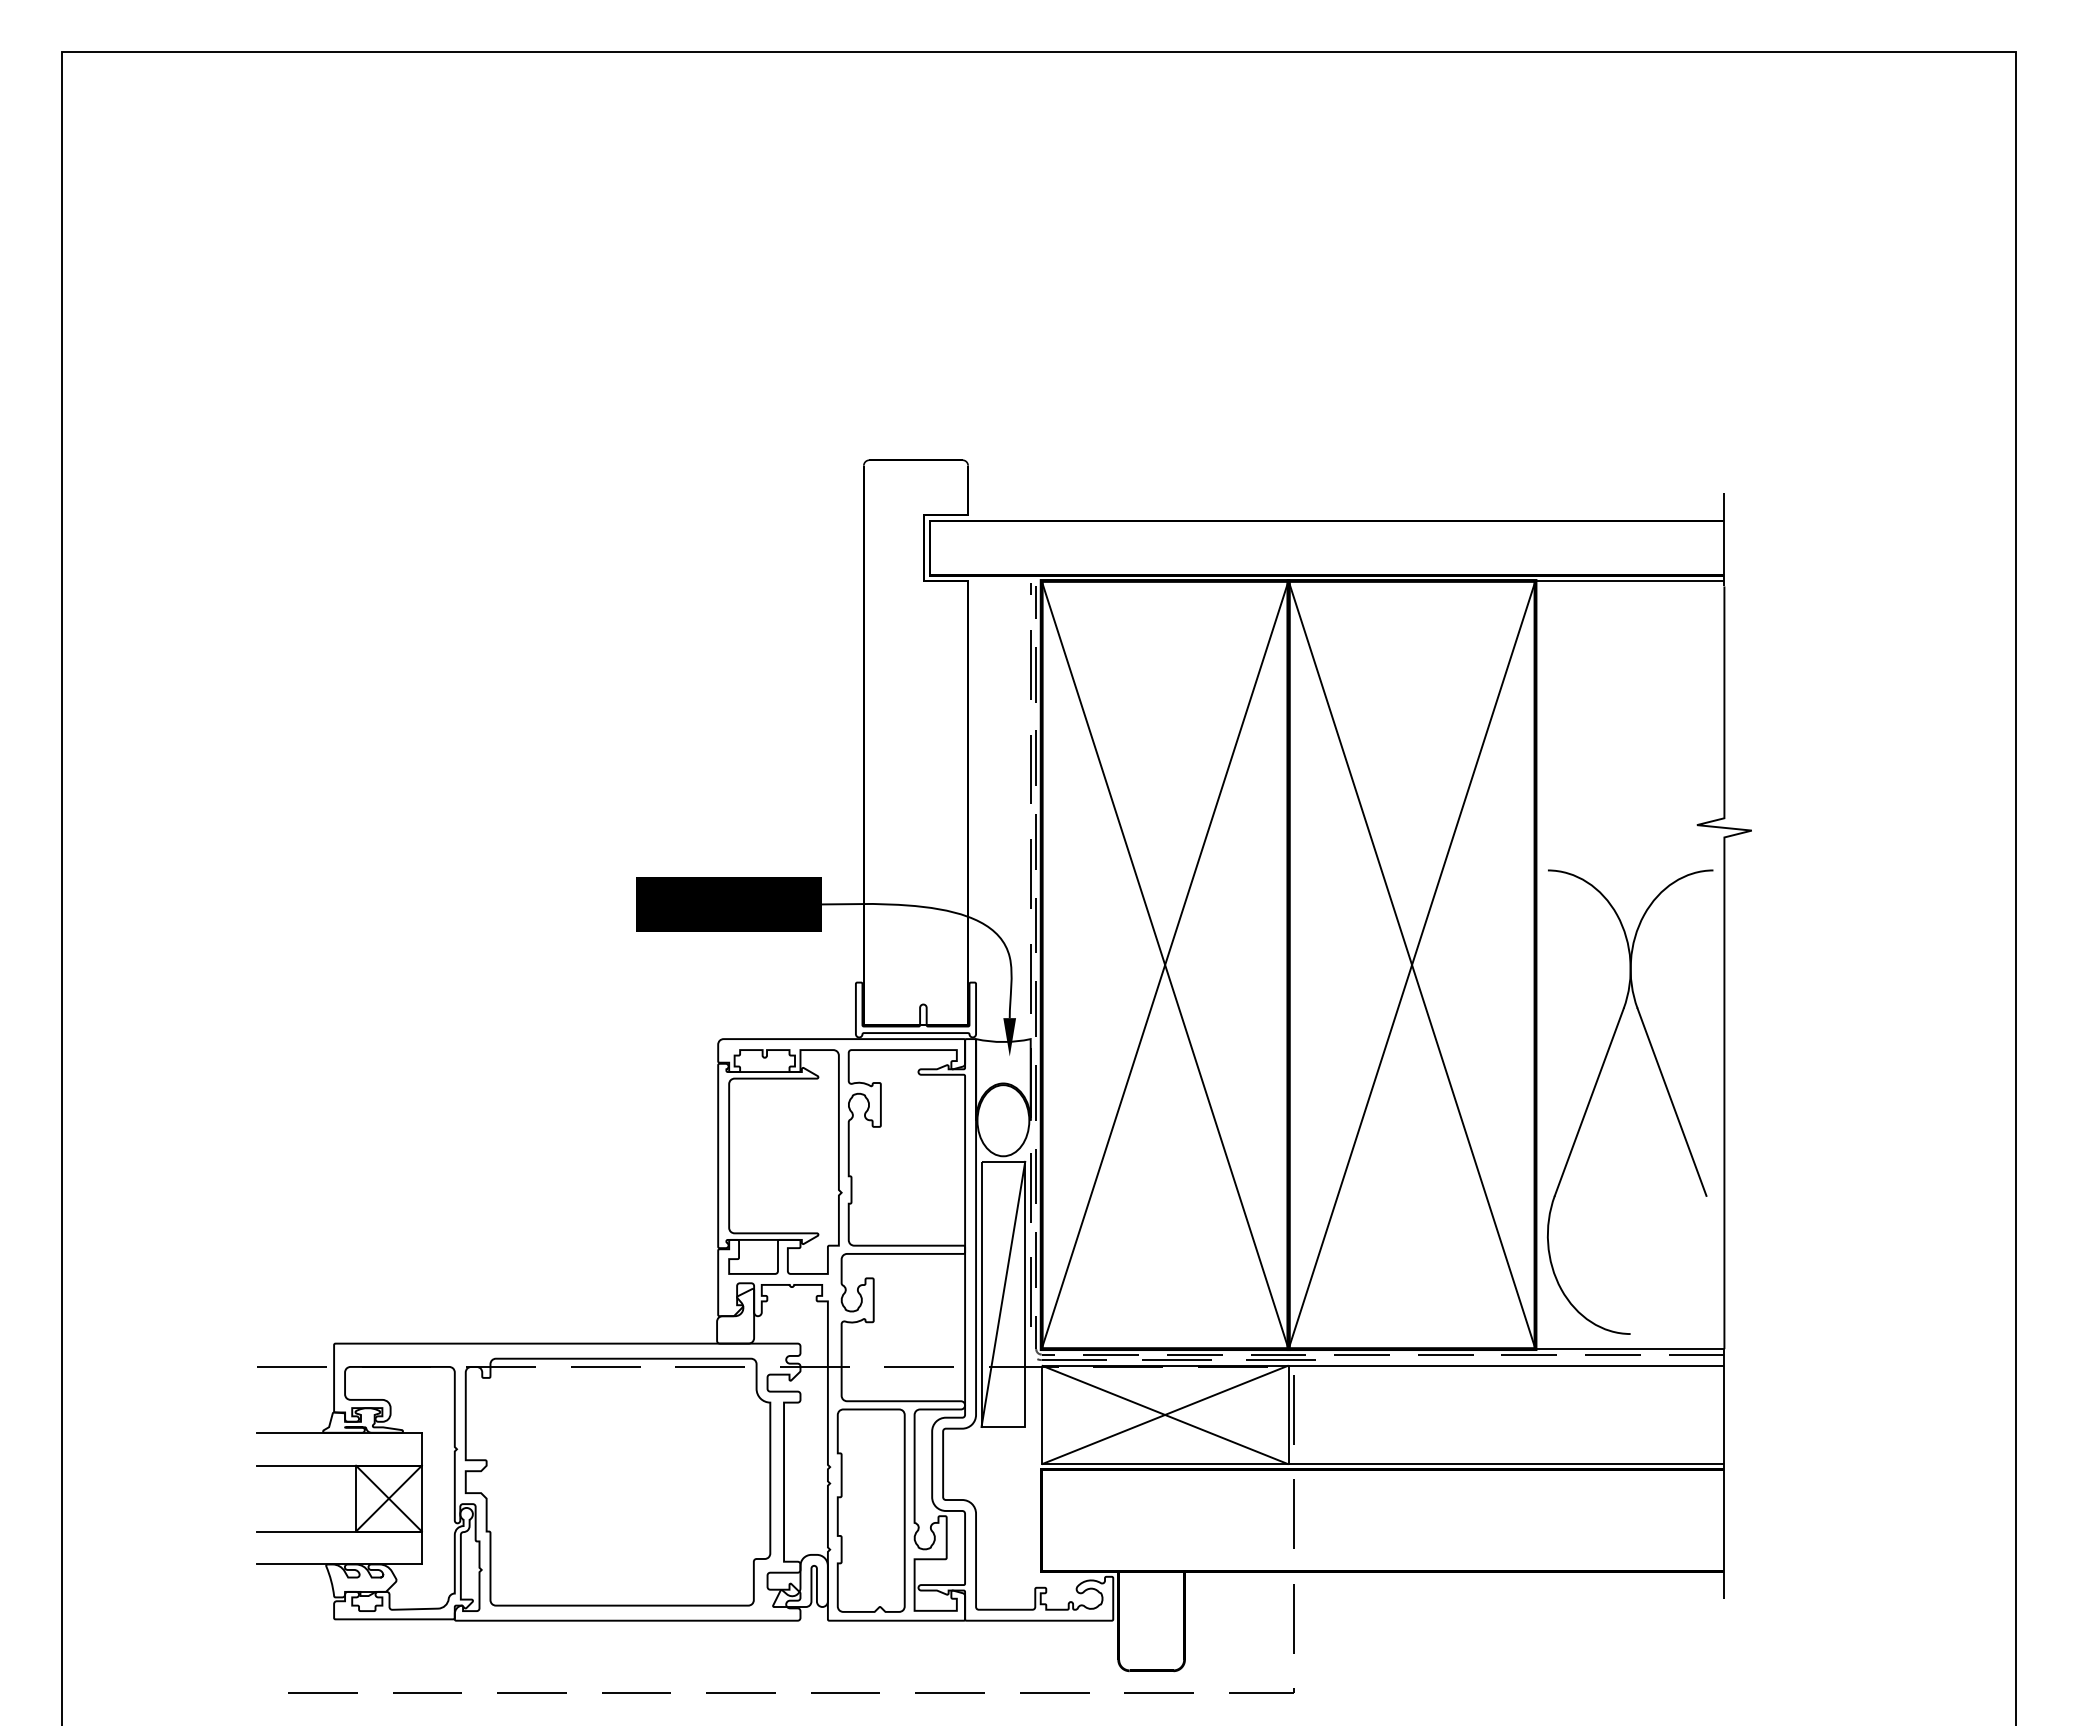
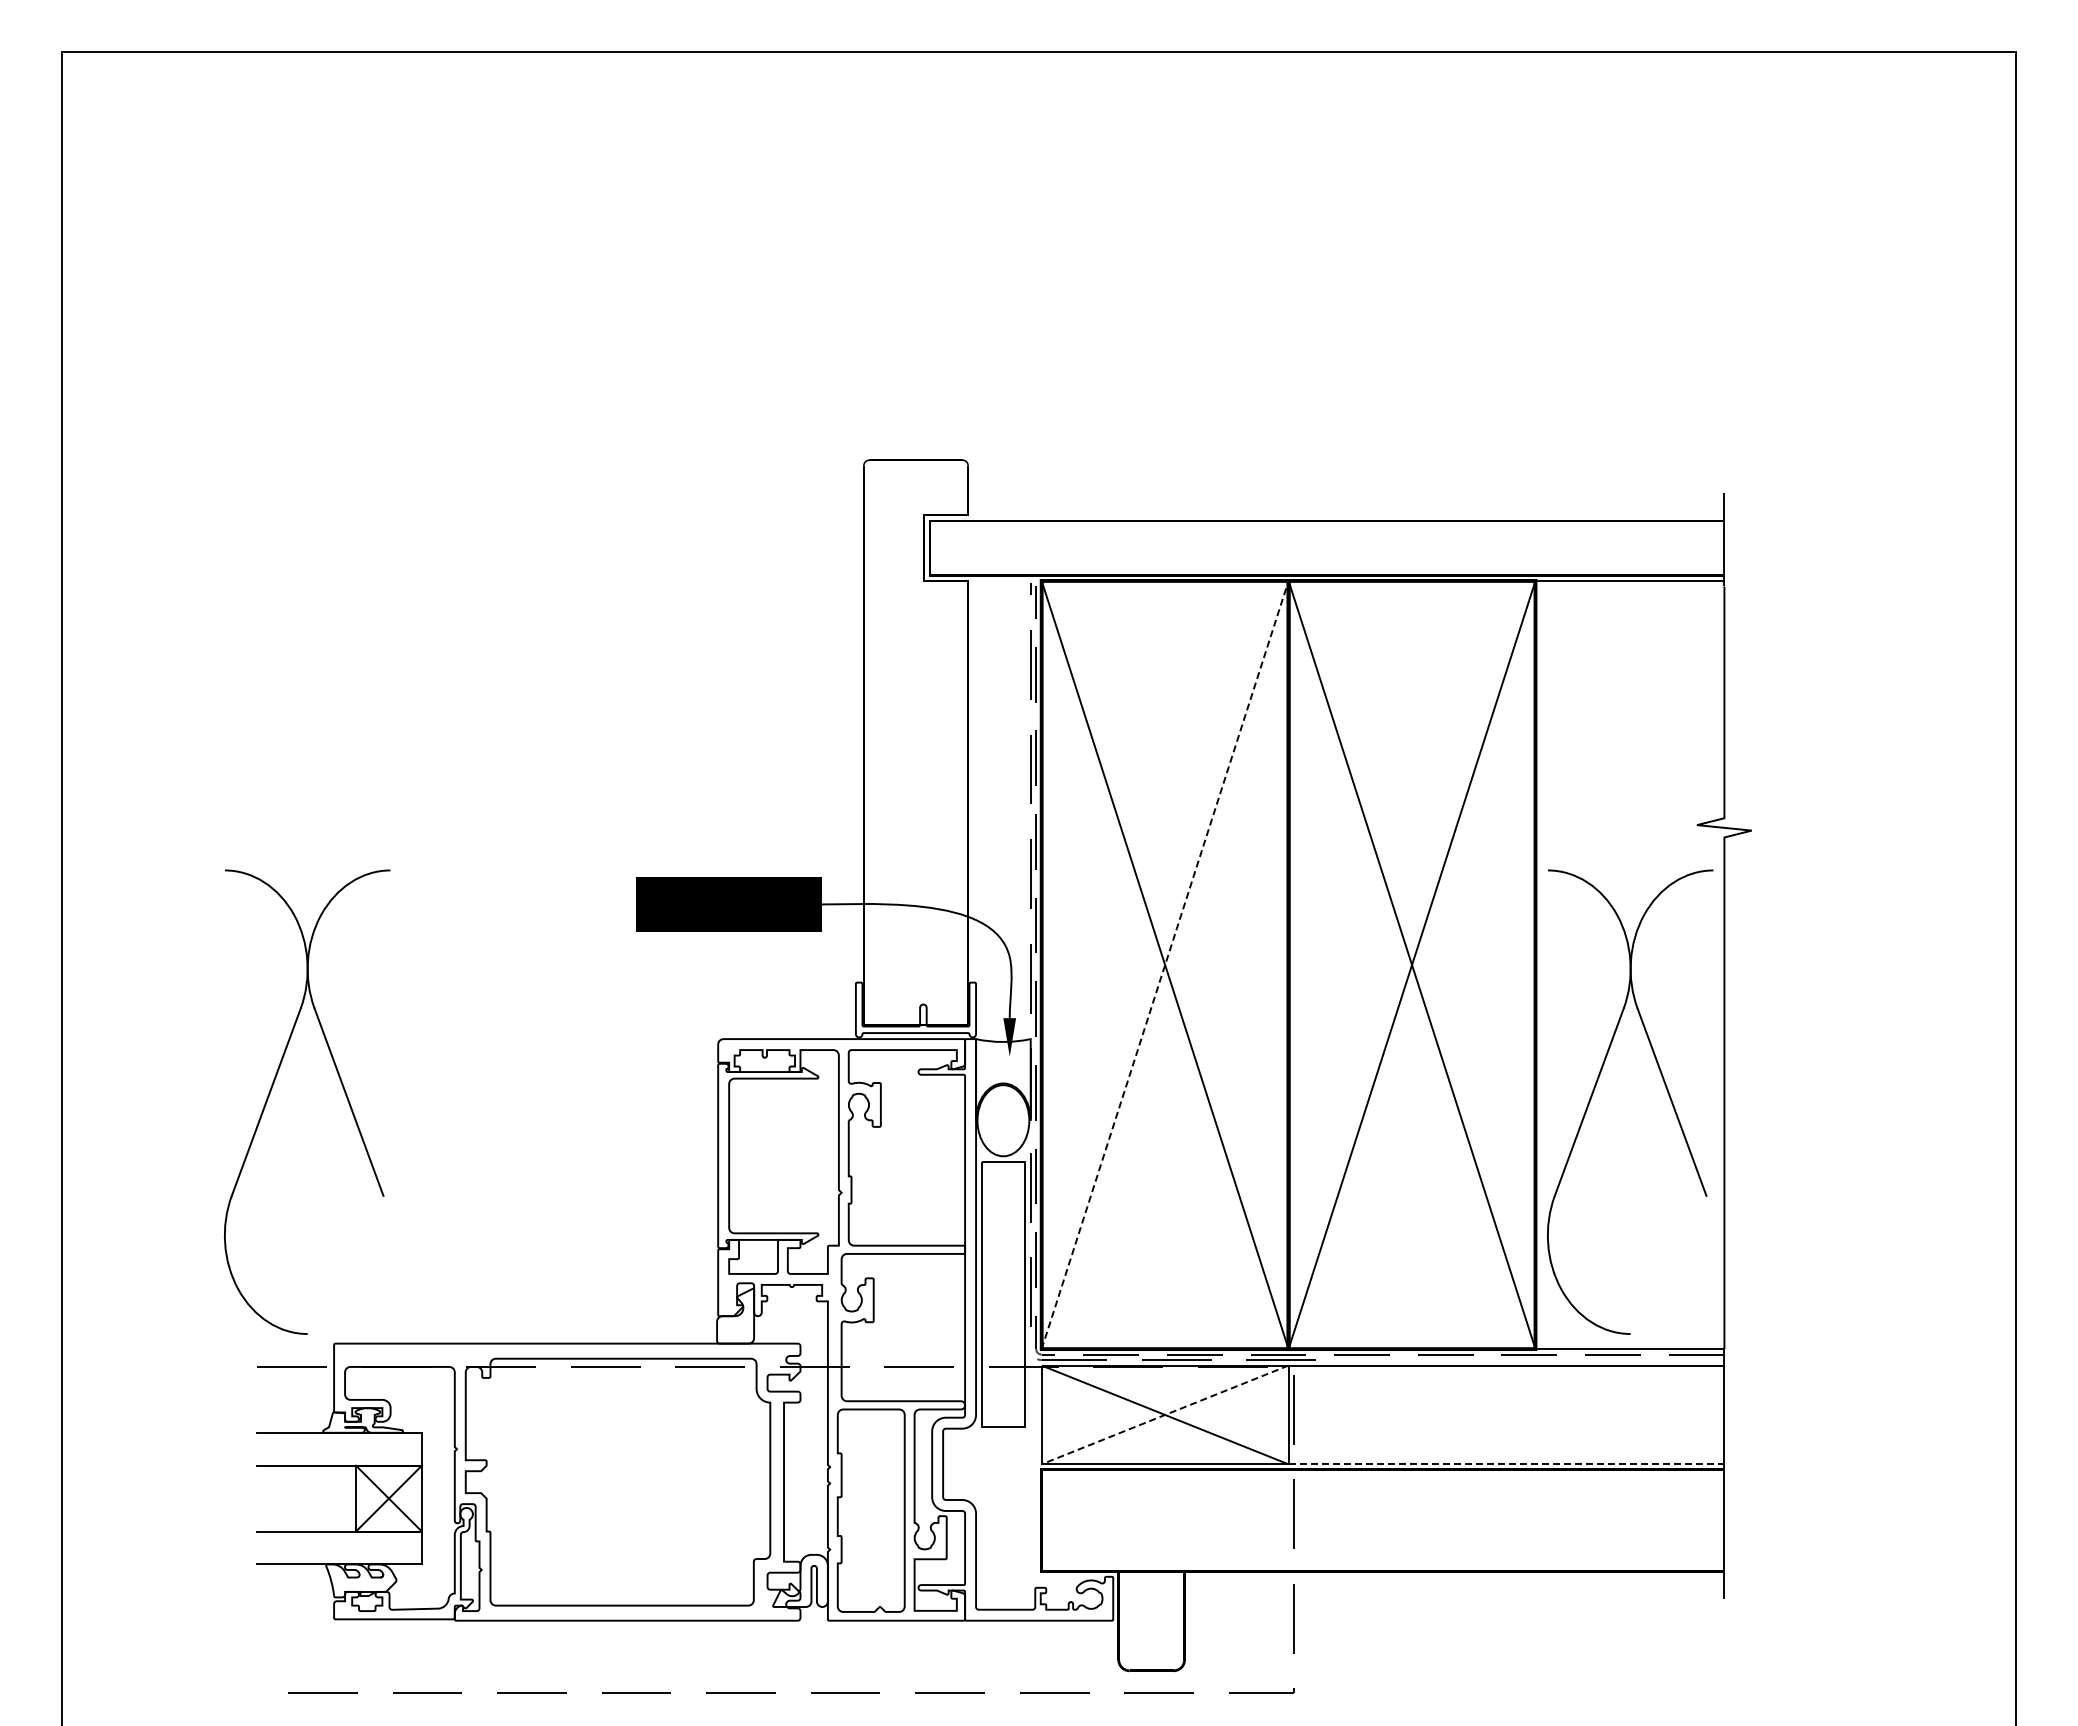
line at (1165, 964): solid -> dashed
part at (272, 1088): none -> present
line at (1003, 1294): present -> none
line at (1165, 1414): solid -> dashed
line at (1506, 1464): solid -> dashed
